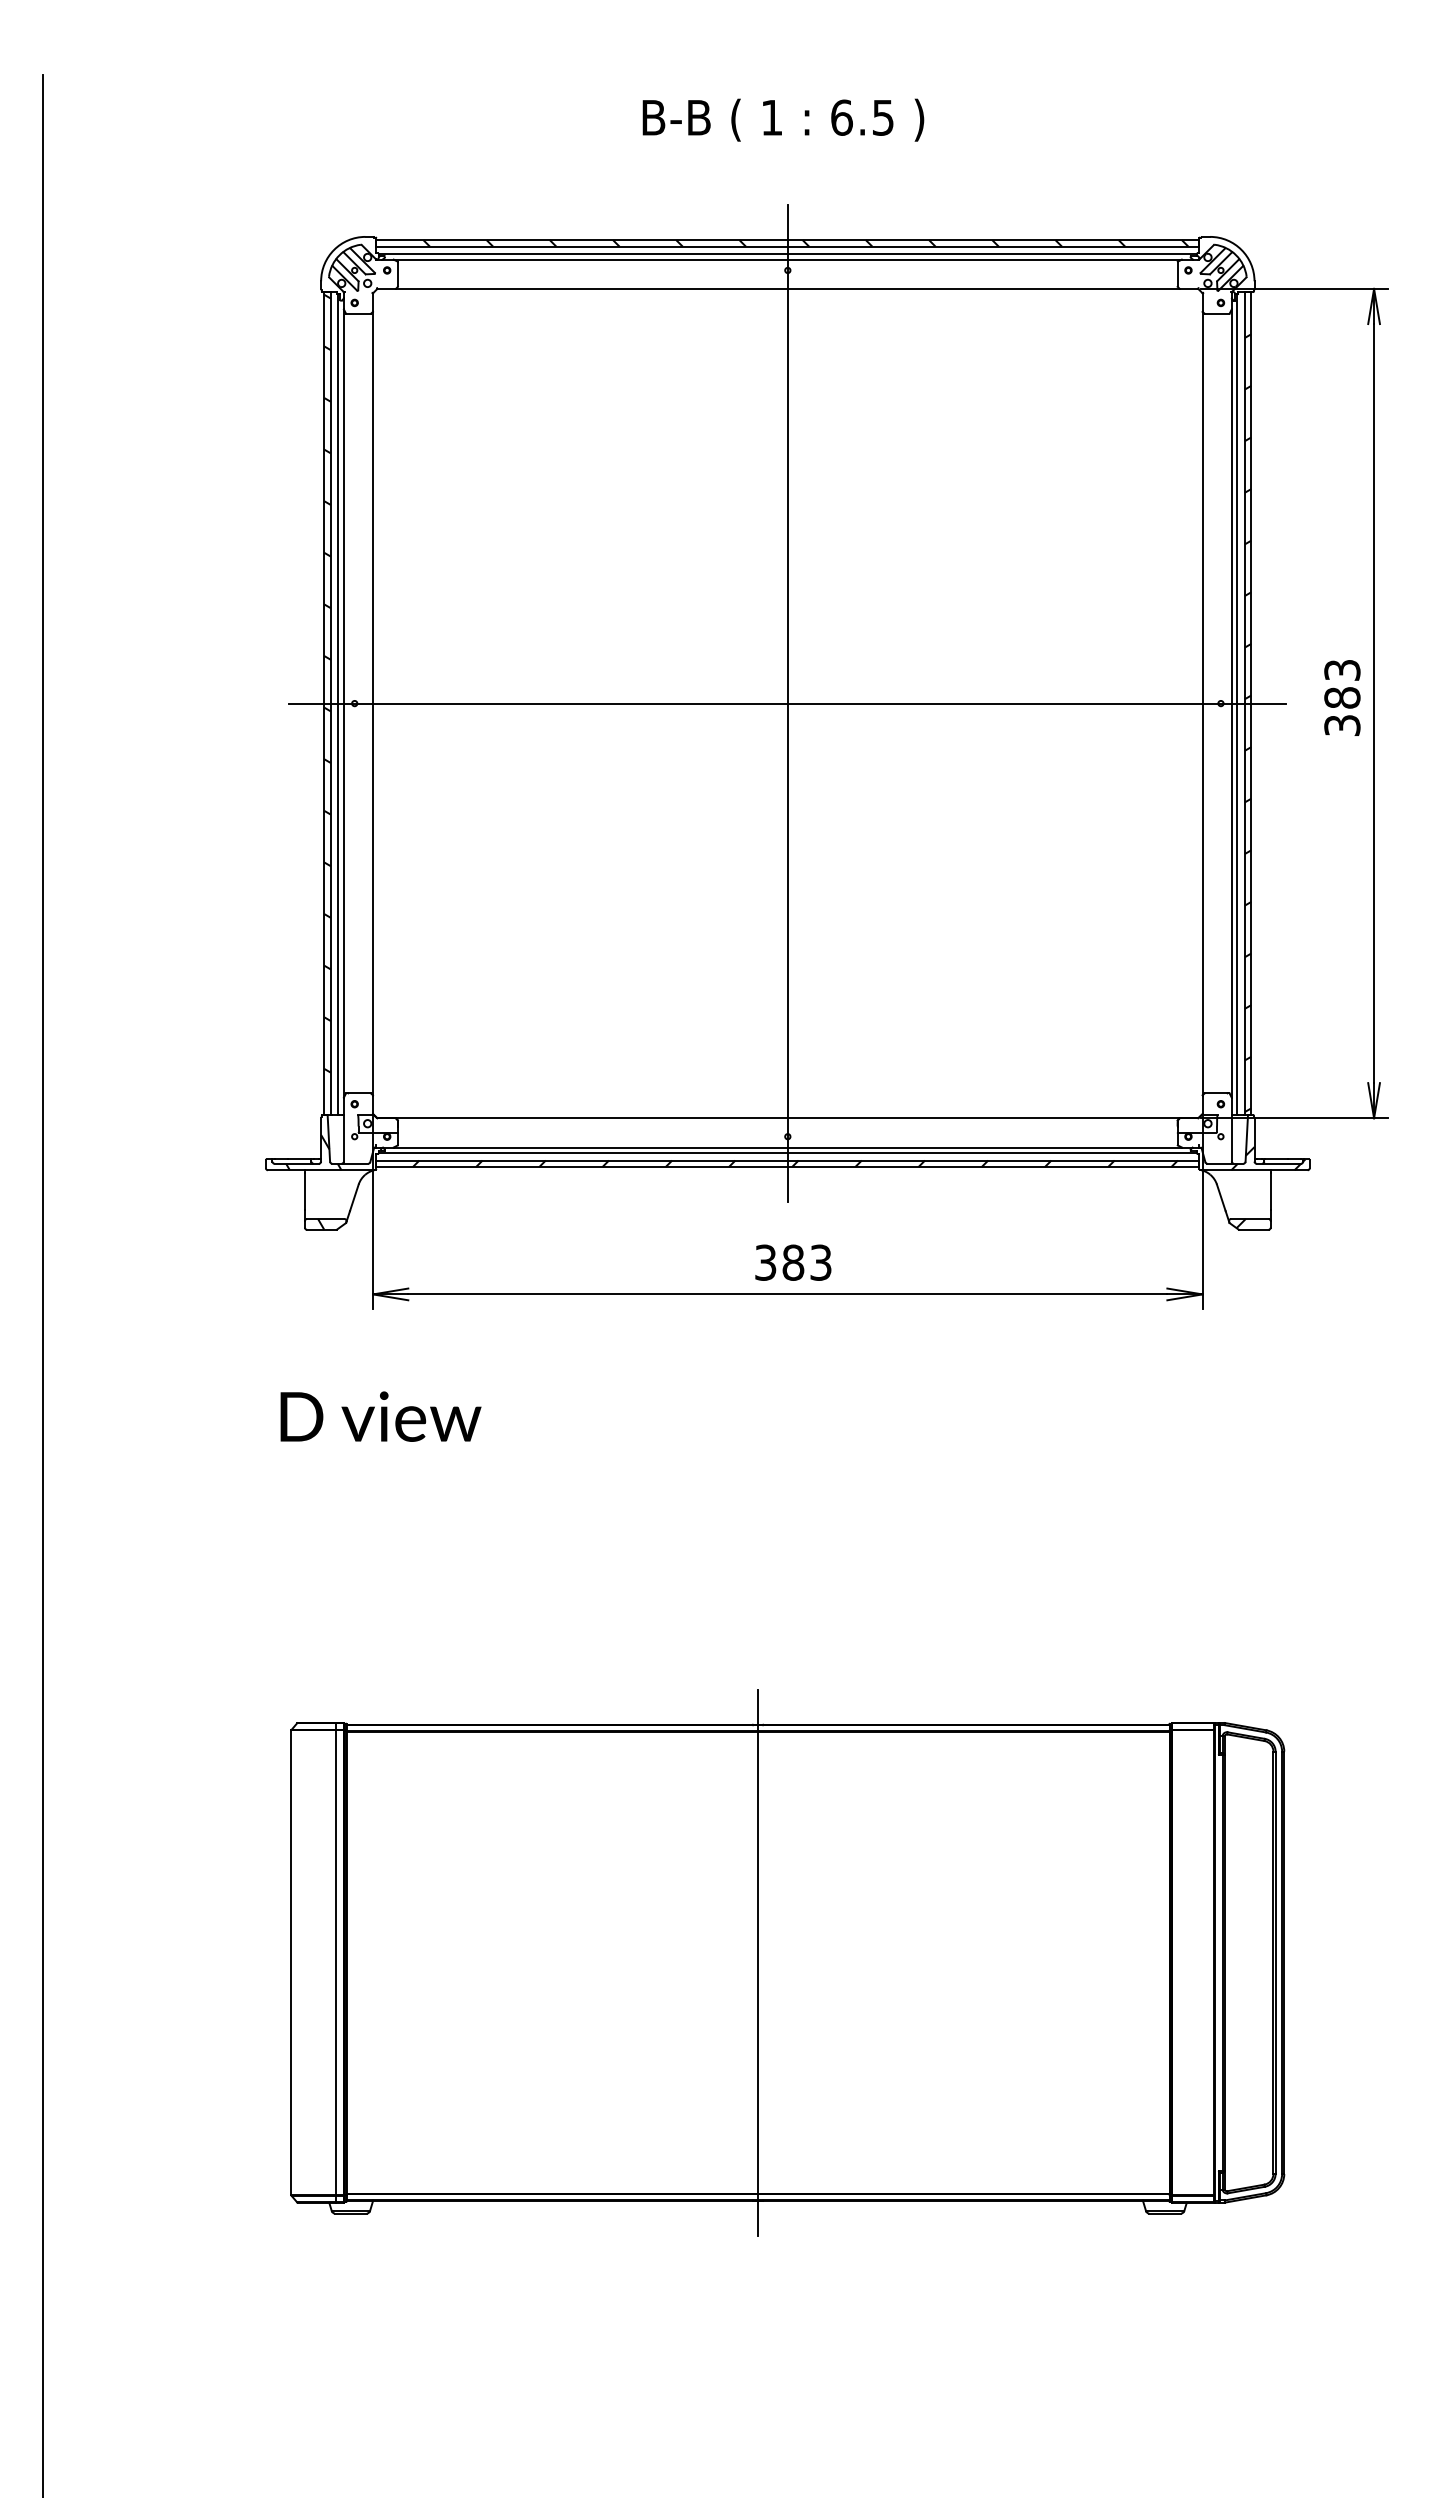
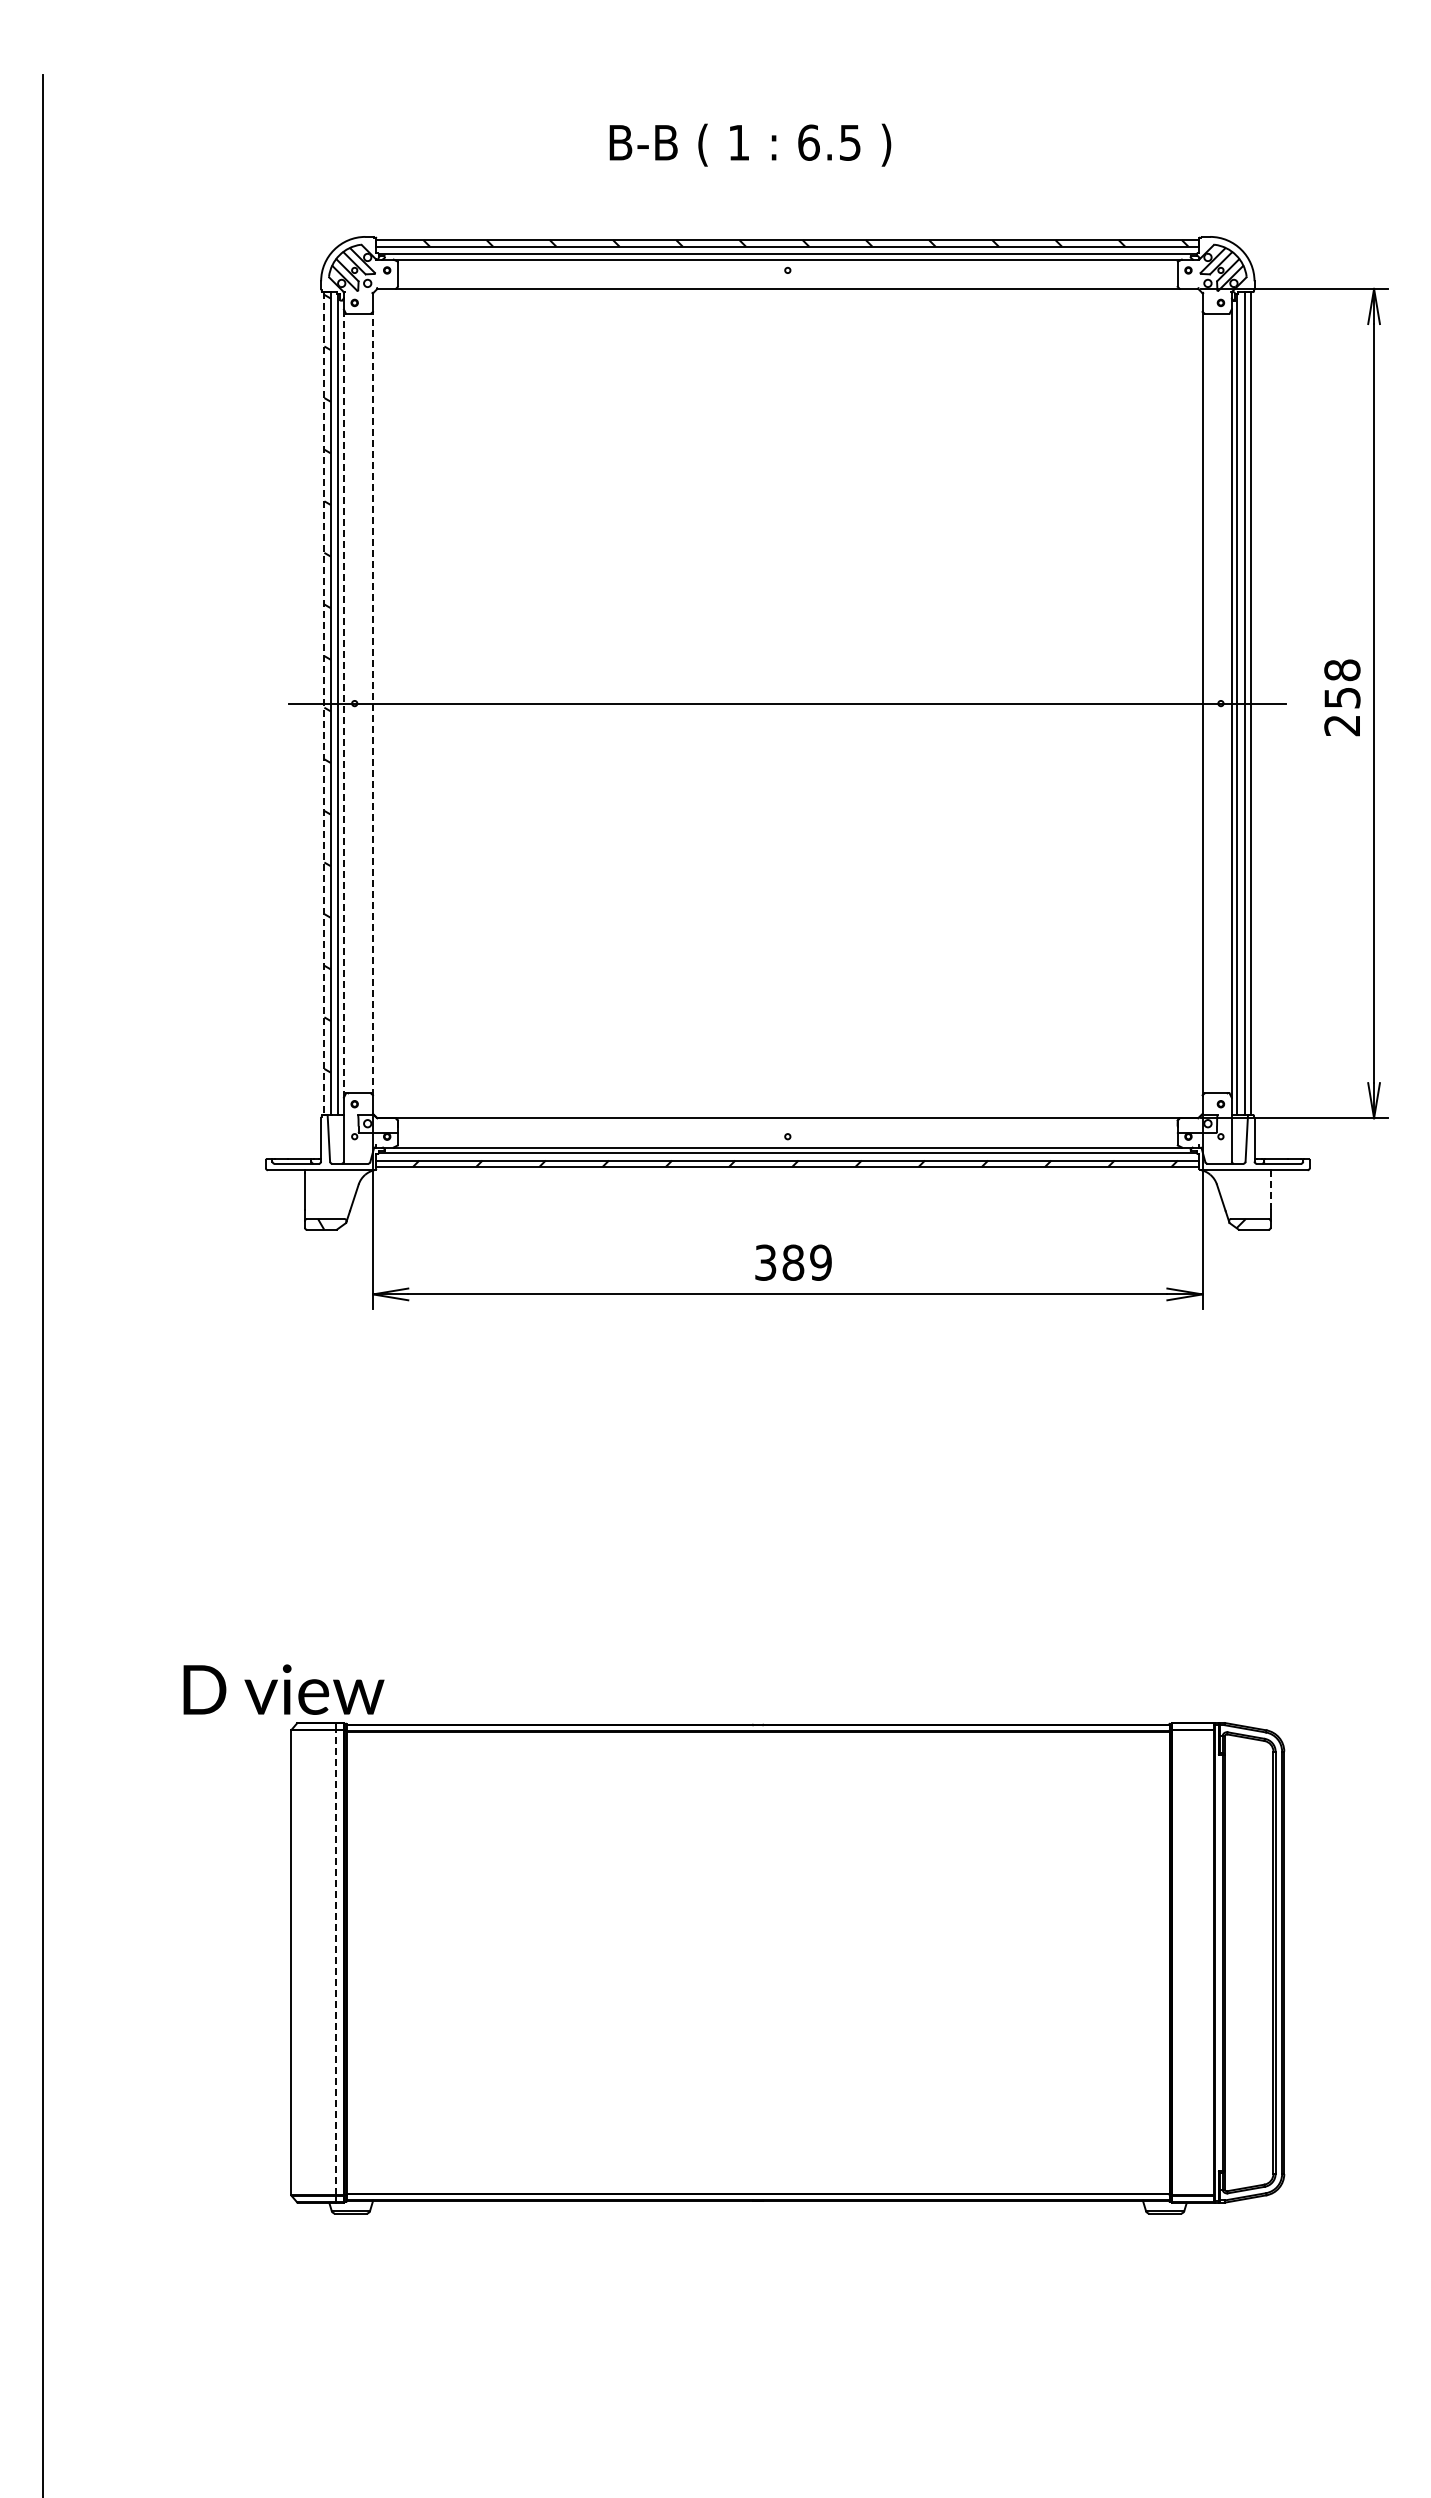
text at (783, 119) position: (783, 119) -> (750, 144)
text at (1342, 697): 383 -> 258
line at (343, 703): solid -> dashed
line at (373, 703): solid -> dashed
line at (787, 703): present -> none
line at (324, 704): solid -> dashed
hatch at (1247, 723): present -> none
hatch at (334, 1152): present -> none
hatch at (1268, 1158): present -> none
line at (1270, 1191): solid -> dashed
text at (820, 1262): 383 -> 389
text at (380, 1416) position: (380, 1416) -> (283, 1689)
line at (335, 1962): solid -> dashed
line at (758, 1962): present -> none
